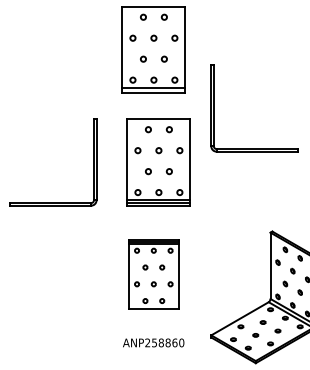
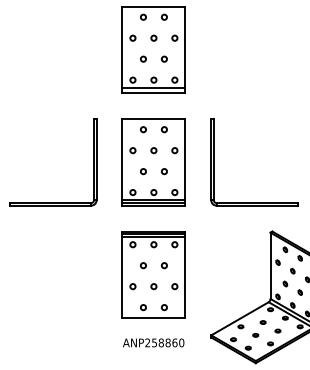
part at (214, 108) position: (214, 108) -> (214, 162)
part at (158, 162) position: (158, 162) -> (153, 162)
part at (153, 274) size: 52x71 px -> 65x88 px
